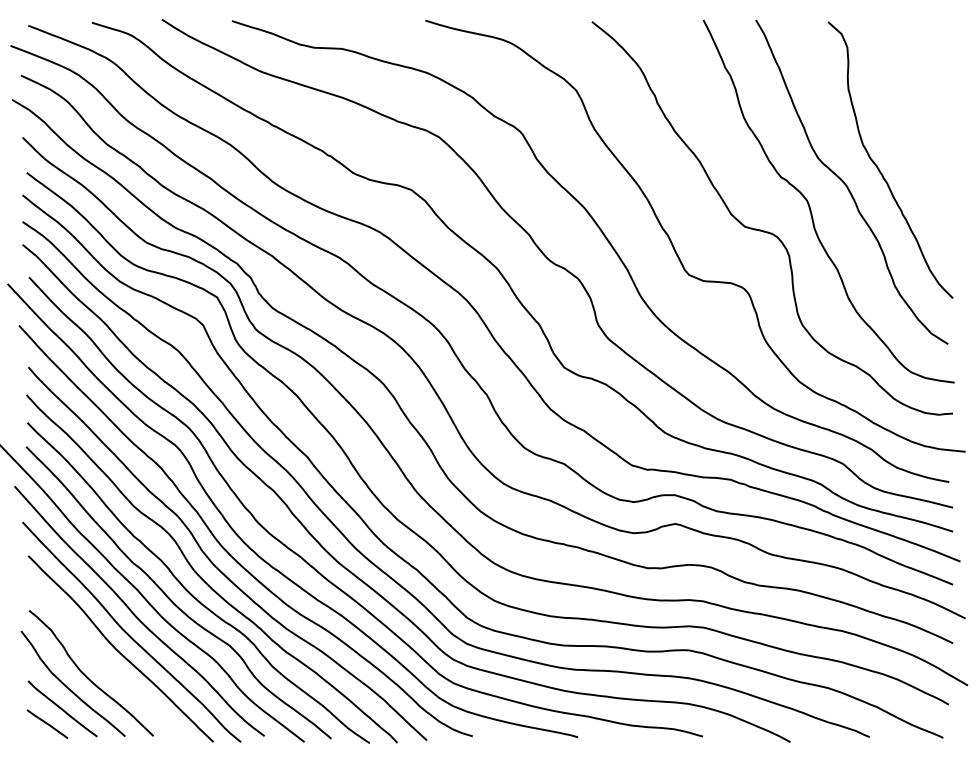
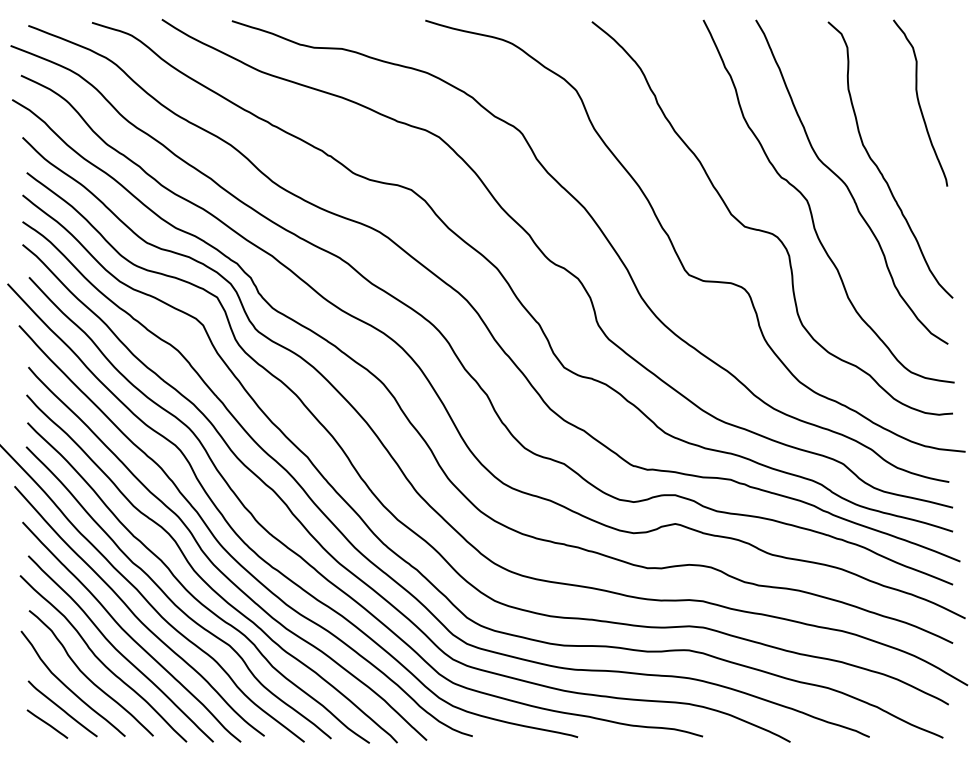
curve at (919, 102): none -> present
curve at (101, 660): none -> present
